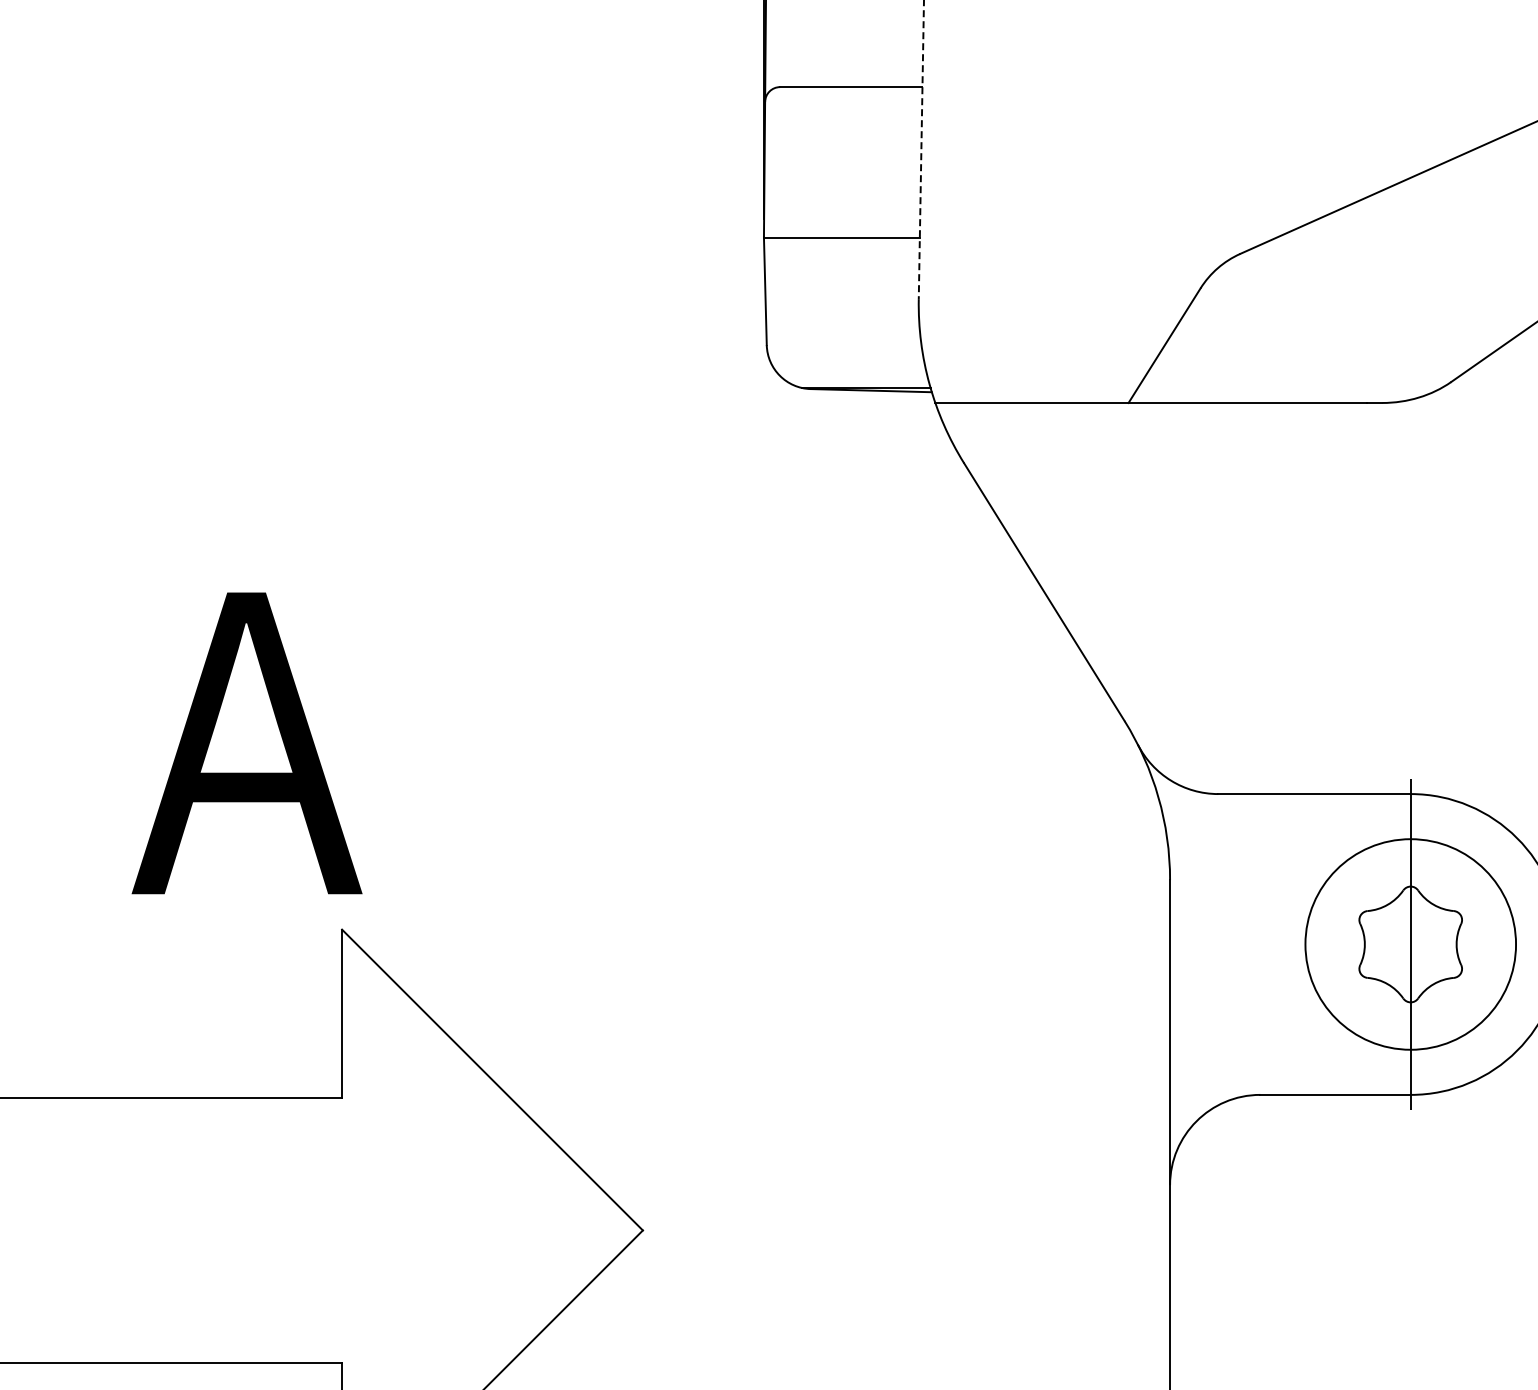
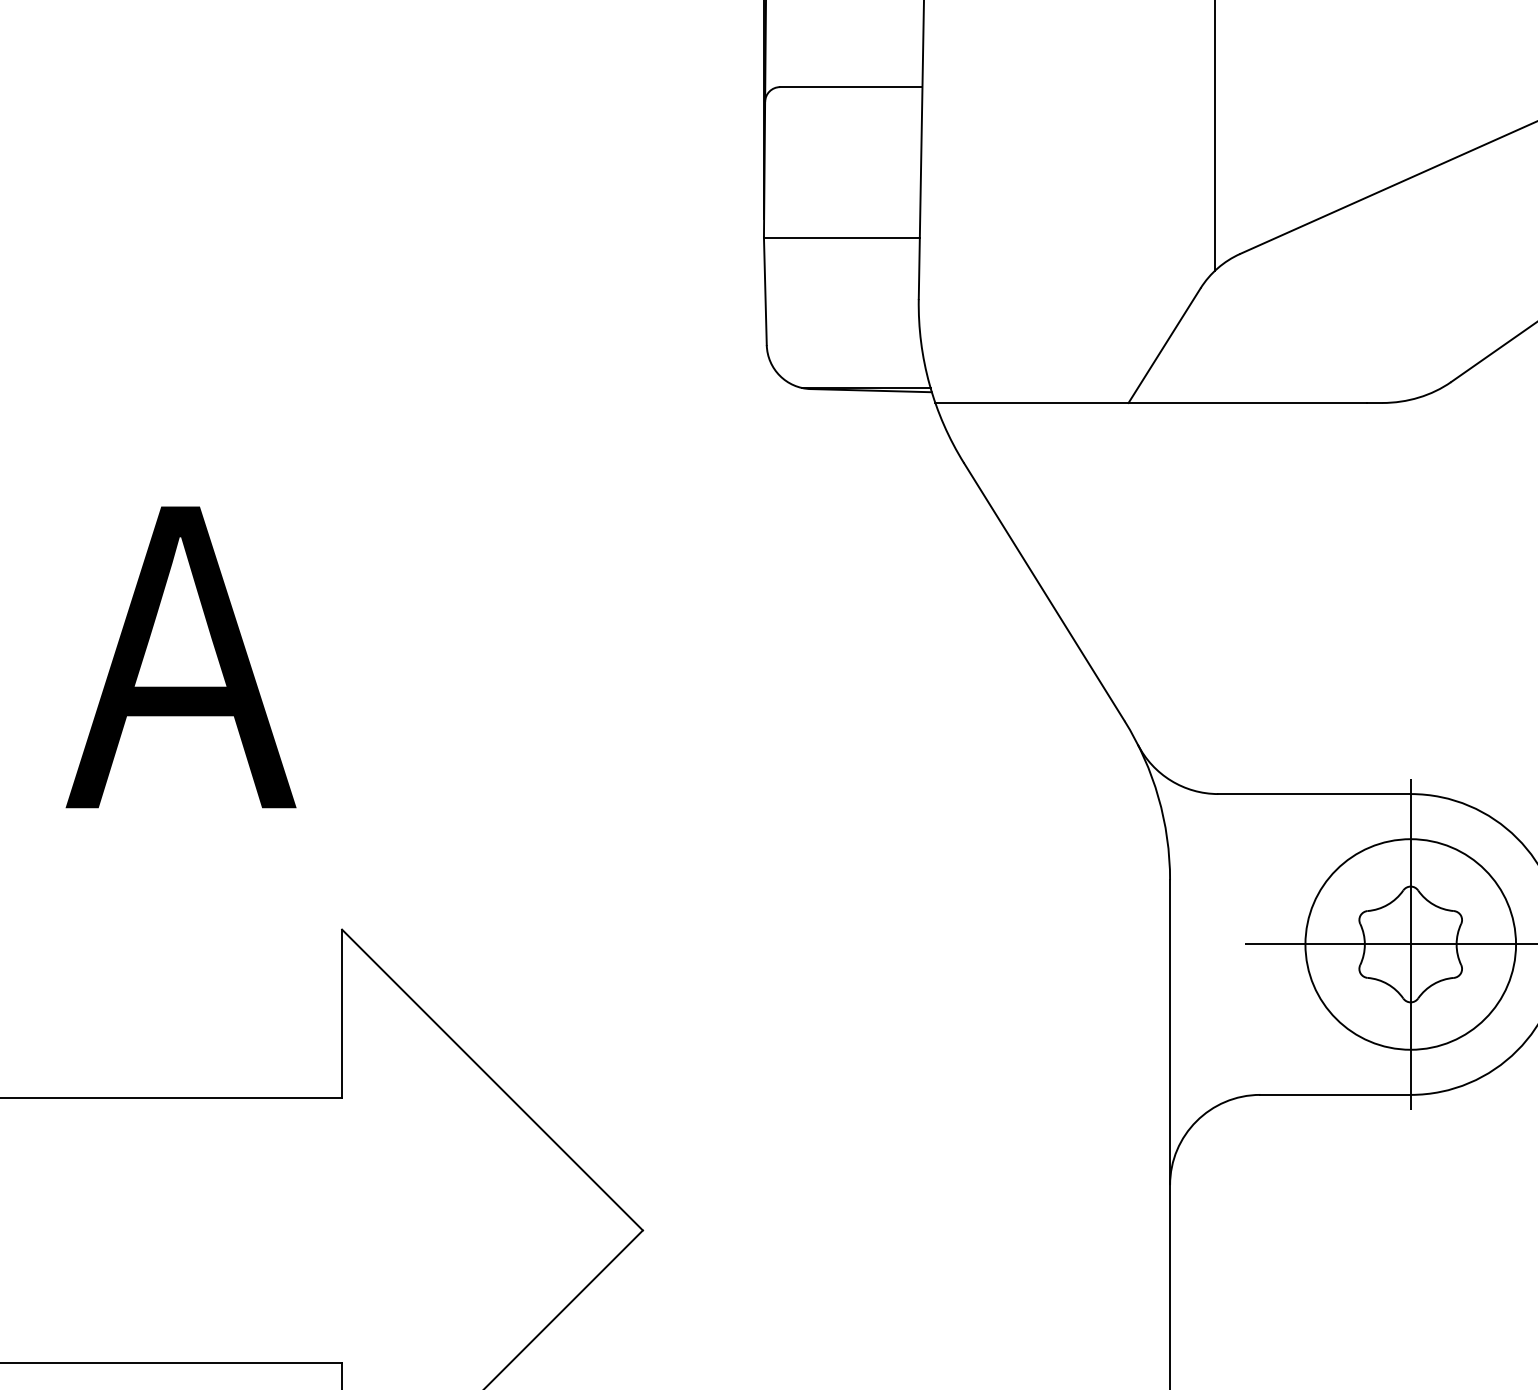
line at (1215, 136): none -> present
line at (921, 150): dashed -> solid
text at (246, 743) position: (246, 743) -> (180, 657)
line at (1389, 944): none -> present
